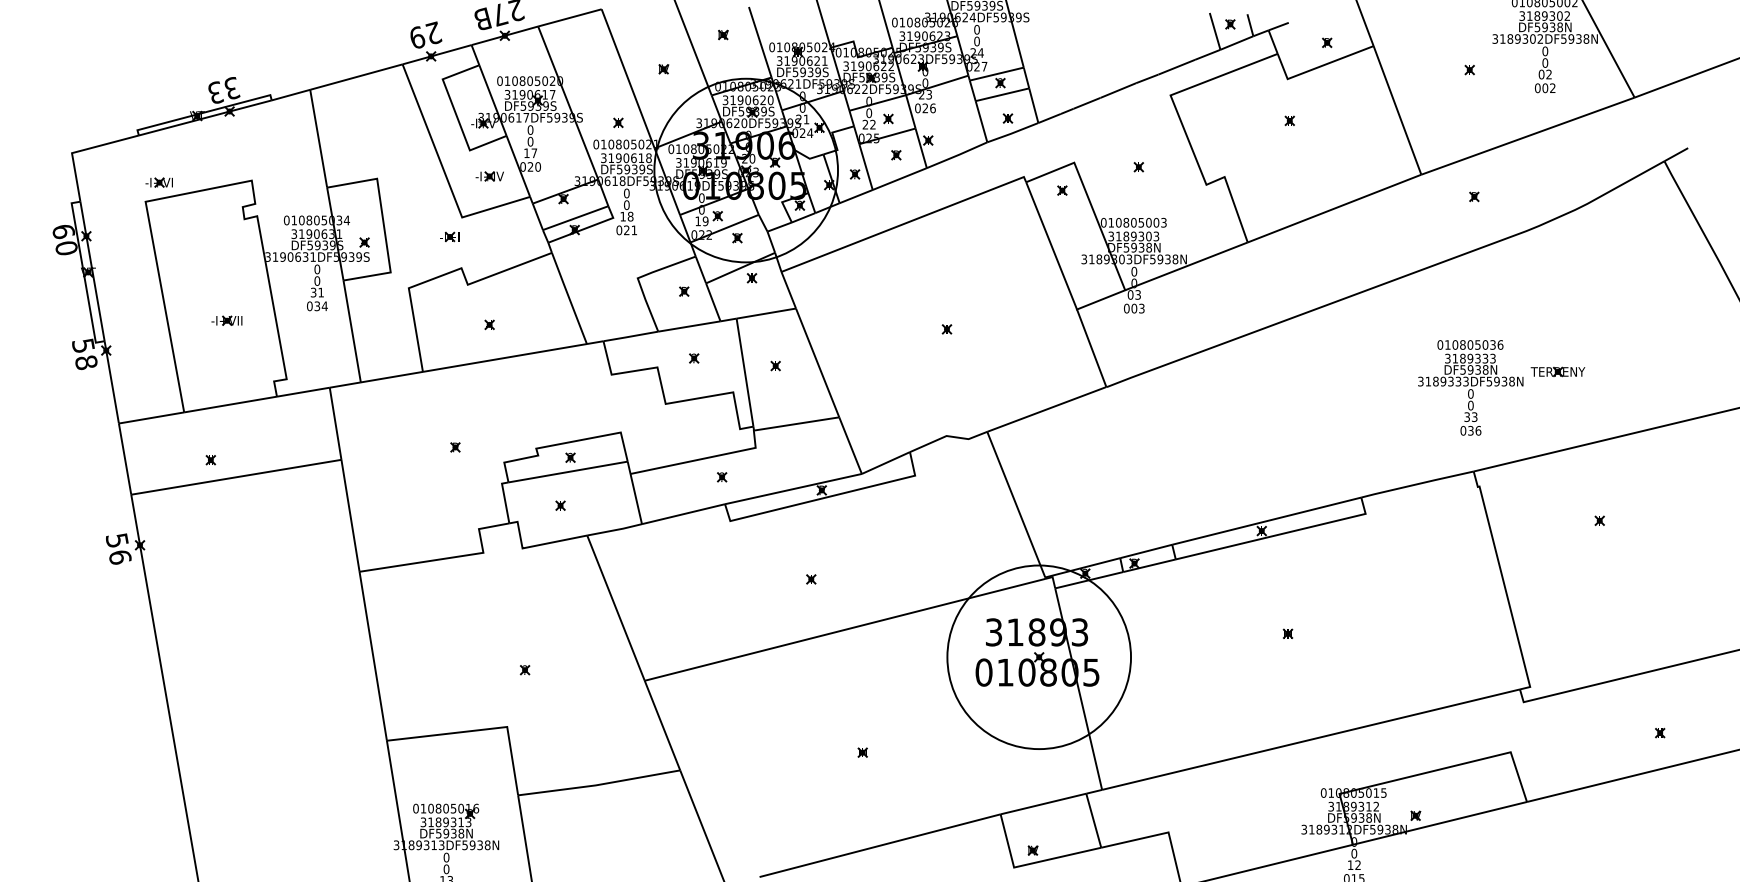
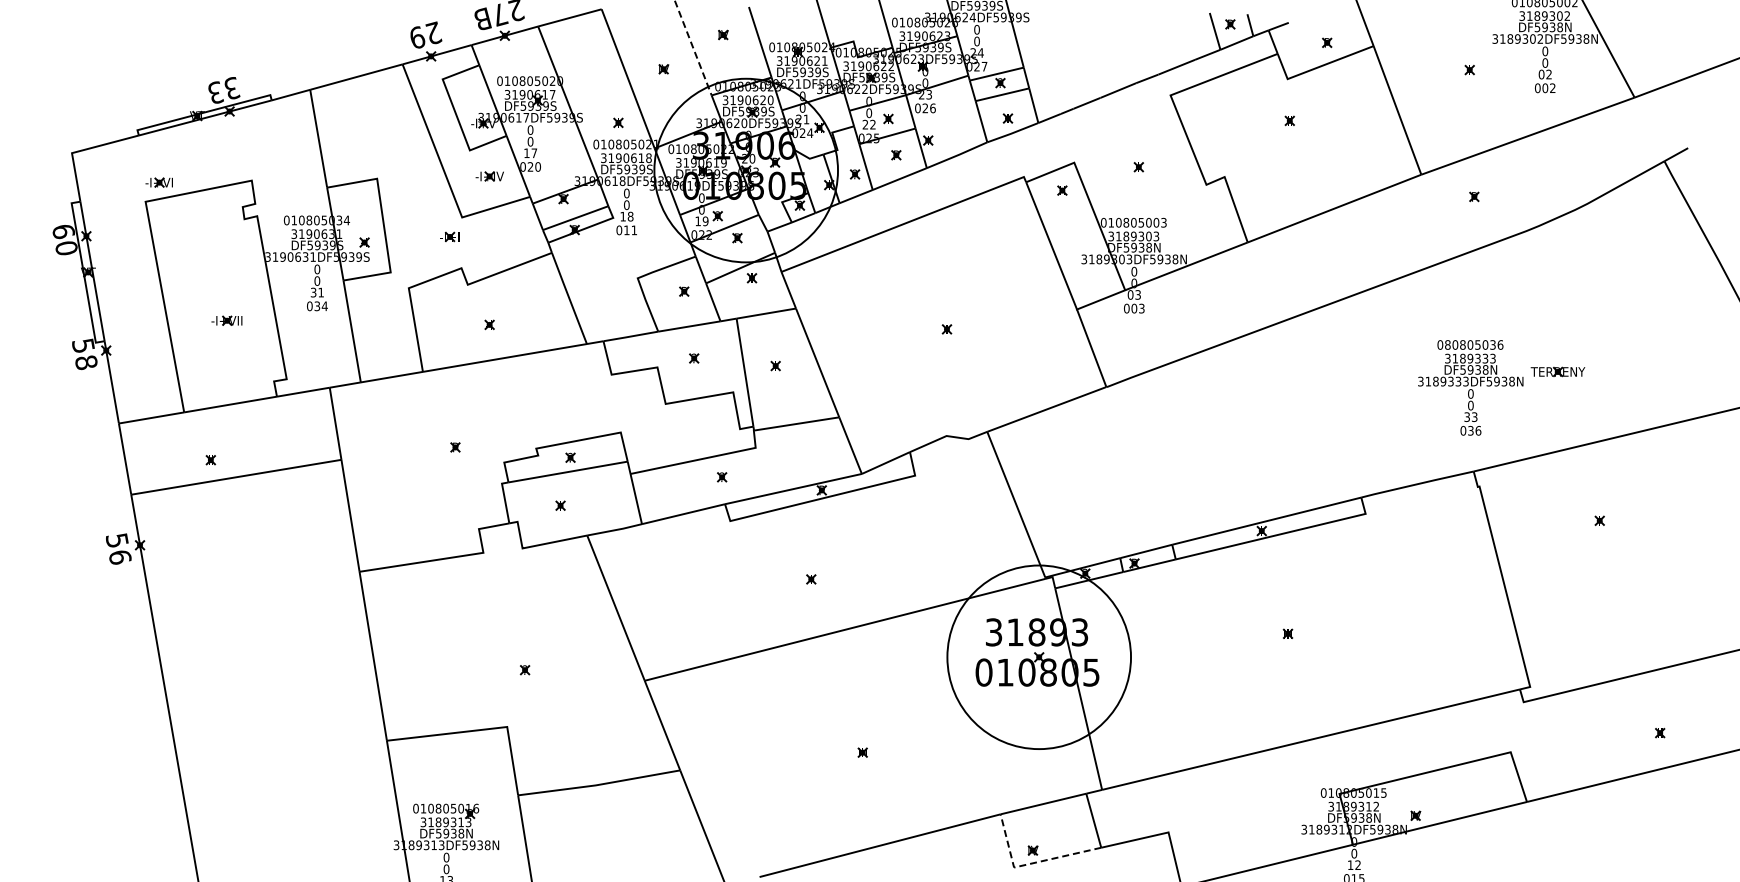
line at (693, 48): solid -> dashed
text at (626, 230): 021 -> 011
text at (1447, 344): 010805036 -> 080805036
line at (1030, 863): solid -> dashed
